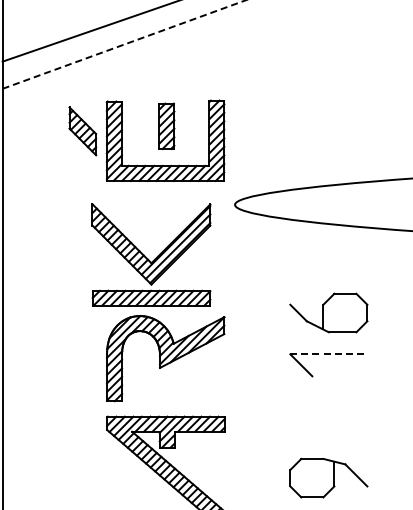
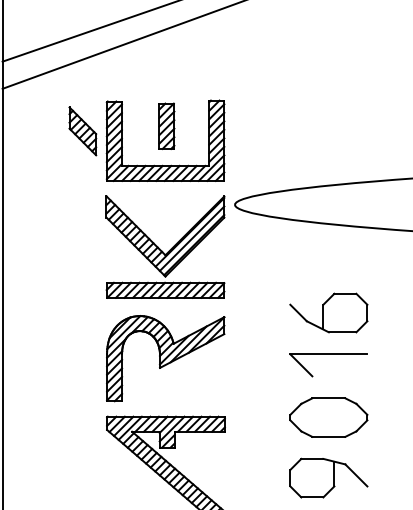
line at (124, 44): dashed -> solid
part at (151, 254) position: (151, 254) -> (165, 246)
line at (328, 354): dashed -> solid
part at (328, 417): none -> present
